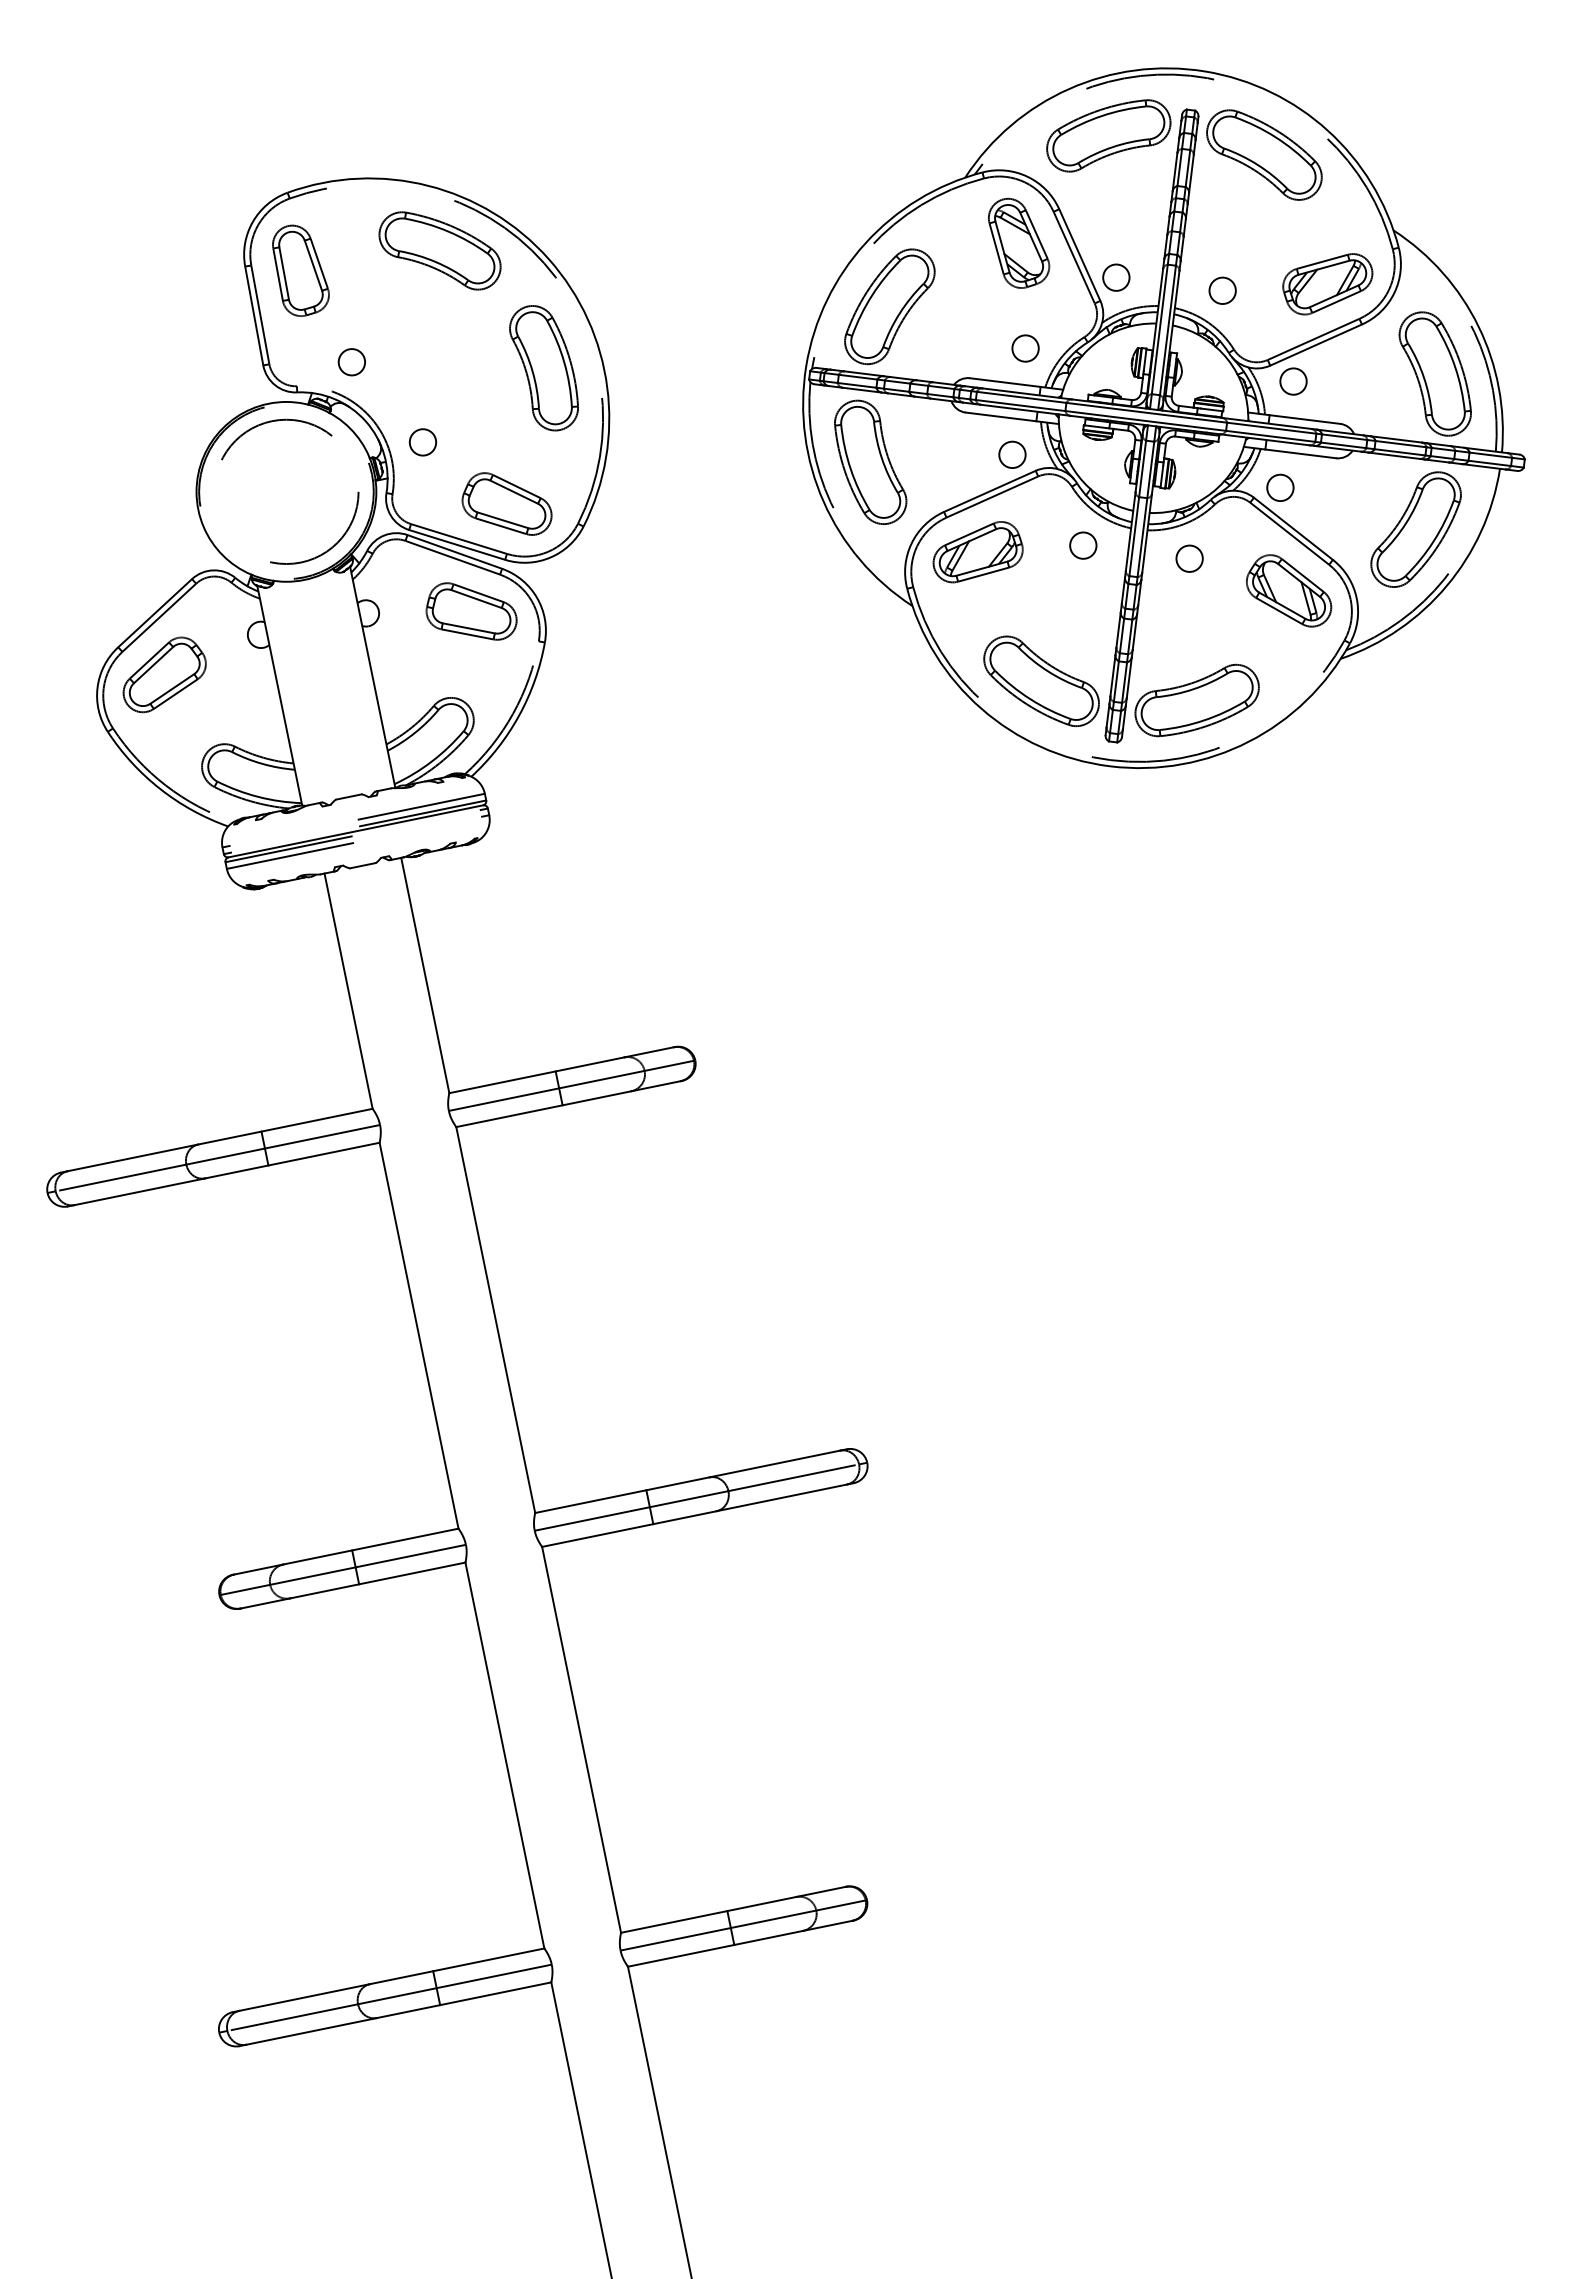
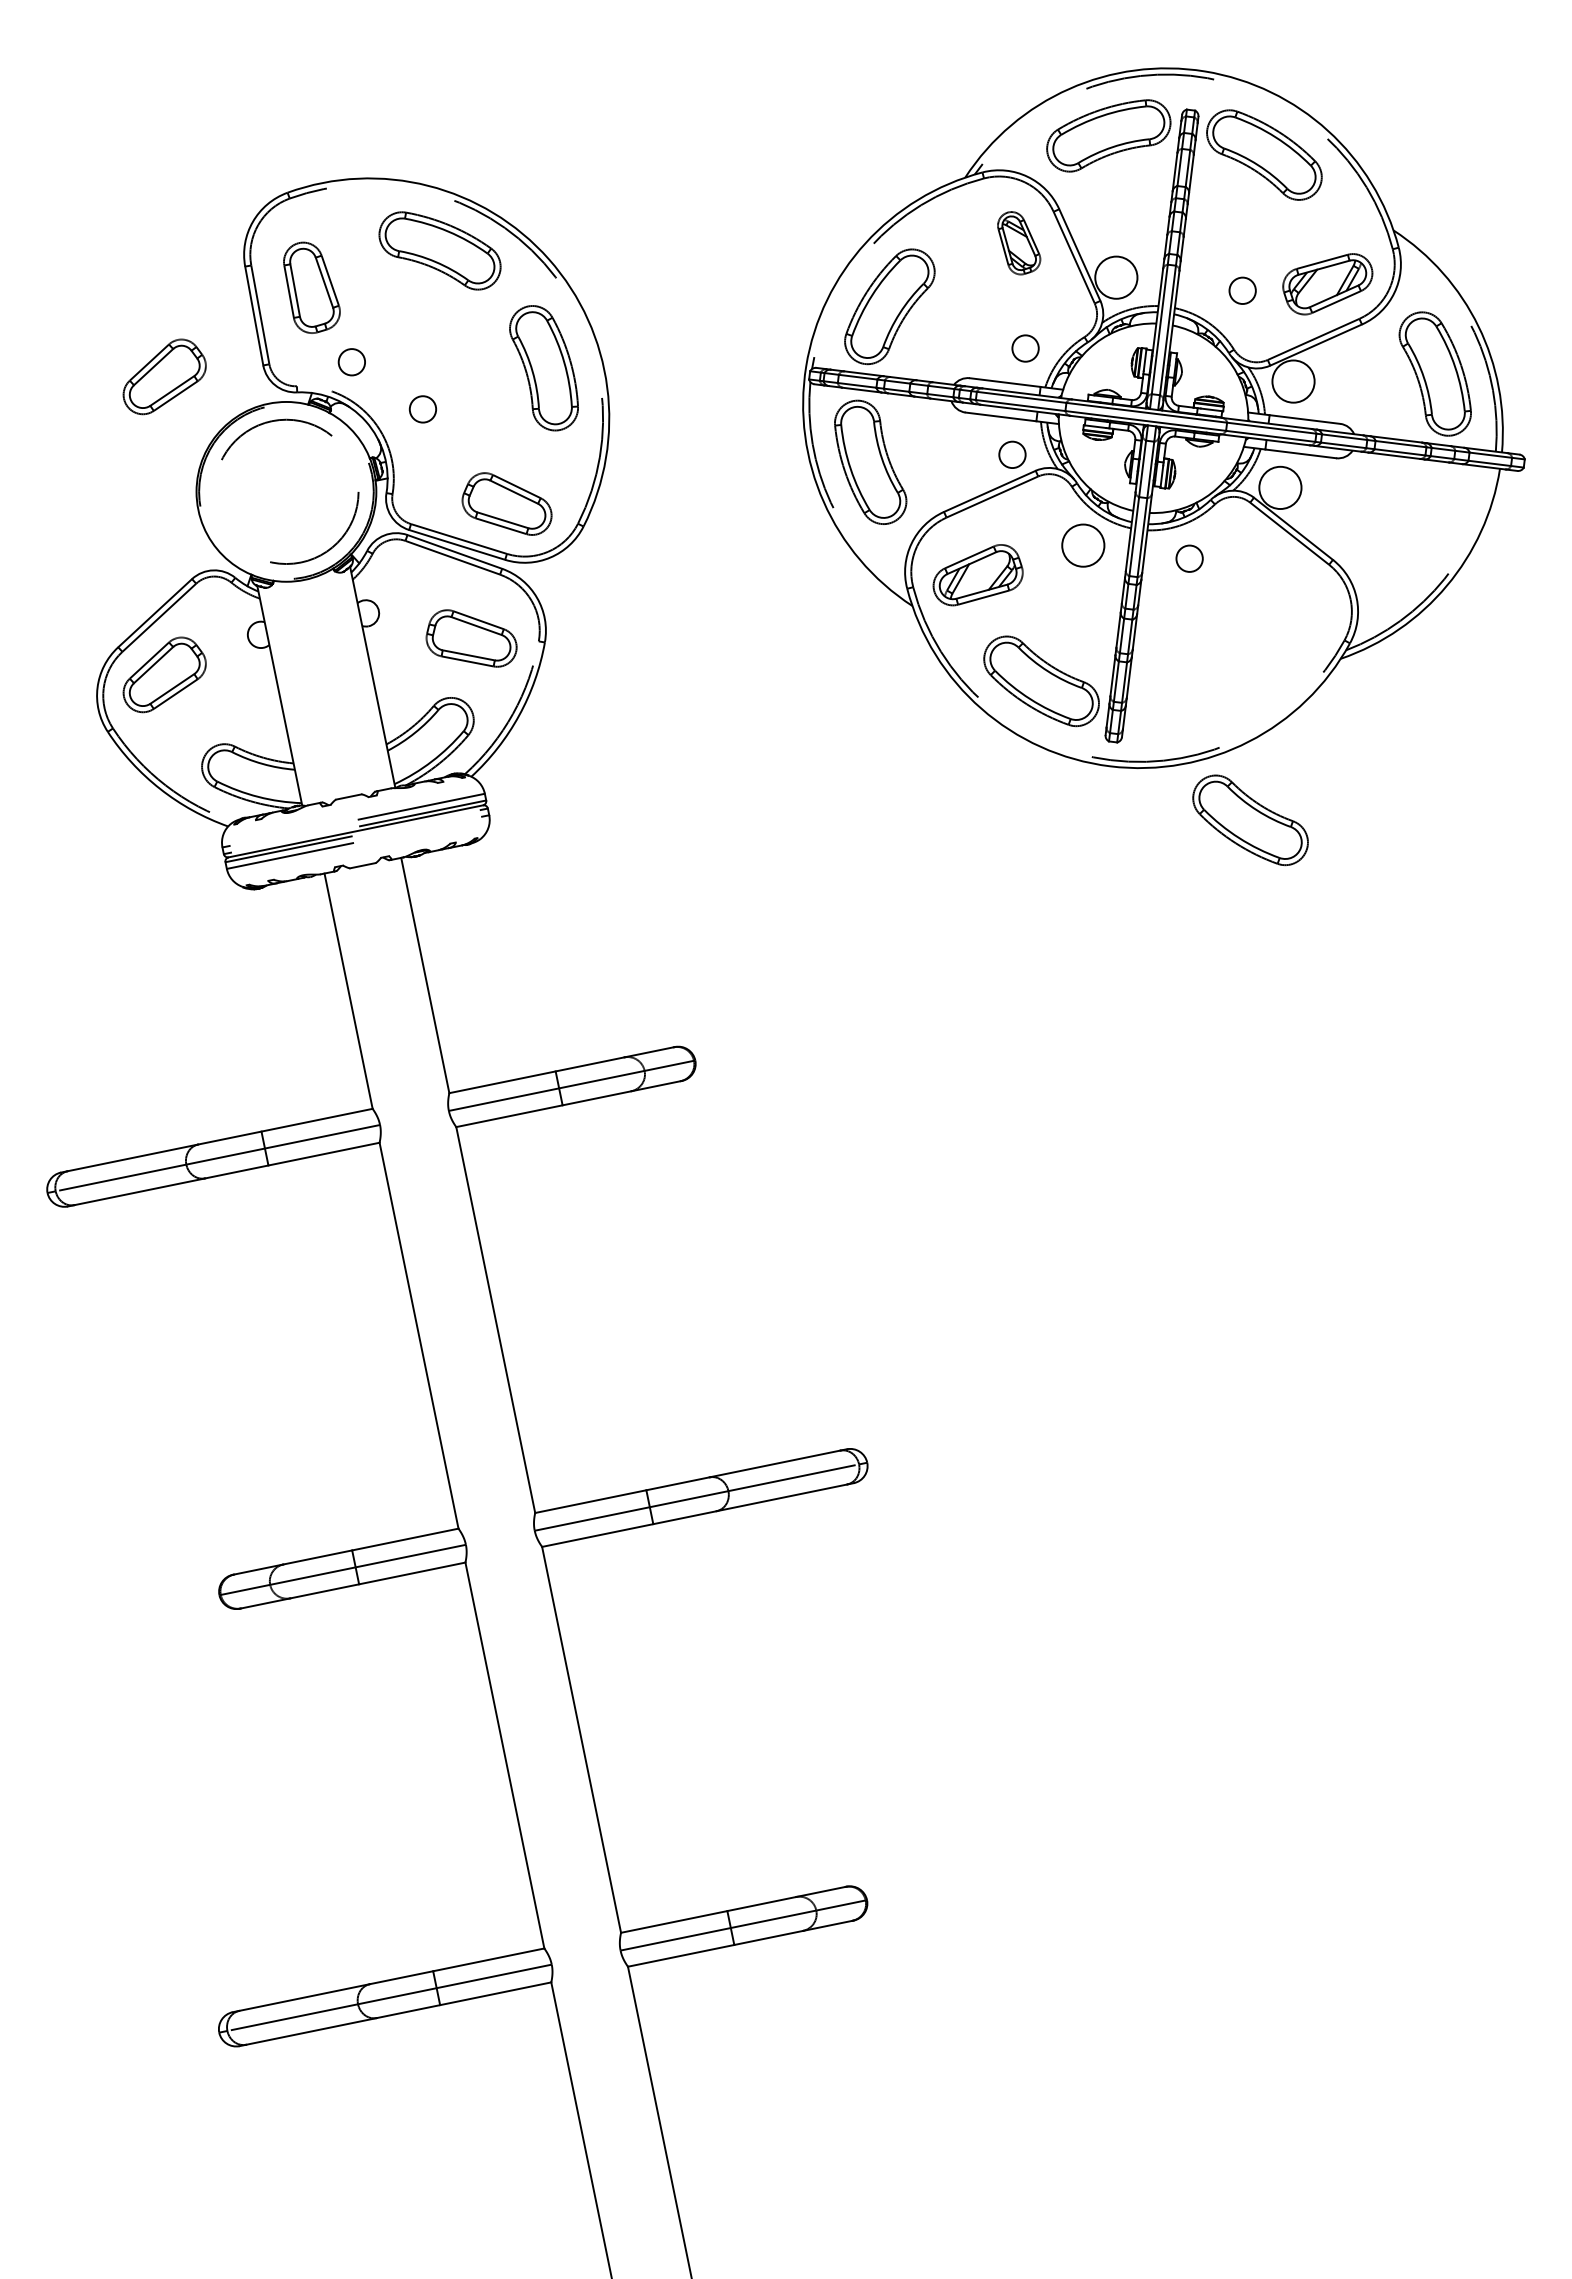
part at (1019, 242) size: 63x92 px -> 45x65 px
part at (300, 270) position: (300, 270) -> (311, 287)
circle at (1116, 277) diameter: 26 px -> 42 px
circle at (1222, 290) position: (1222, 290) -> (1242, 290)
part at (164, 376): none -> present
circle at (1293, 381) diameter: 26 px -> 42 px
circle at (422, 442) position: (422, 442) -> (422, 409)
circle at (1280, 487) diameter: 26 px -> 42 px
part at (1415, 529): present -> none
circle at (1083, 545) diameter: 26 px -> 42 px
part at (977, 552) position: (977, 552) -> (977, 575)
part at (1289, 590): present -> none
part at (471, 611) position: (471, 611) -> (471, 638)
part at (1196, 700): present -> none
part at (1250, 820): none -> present
